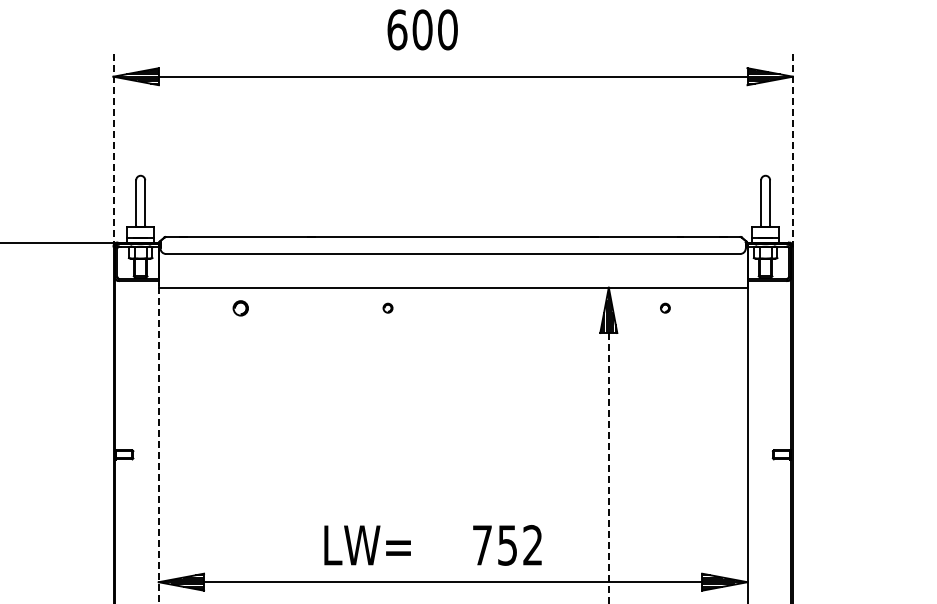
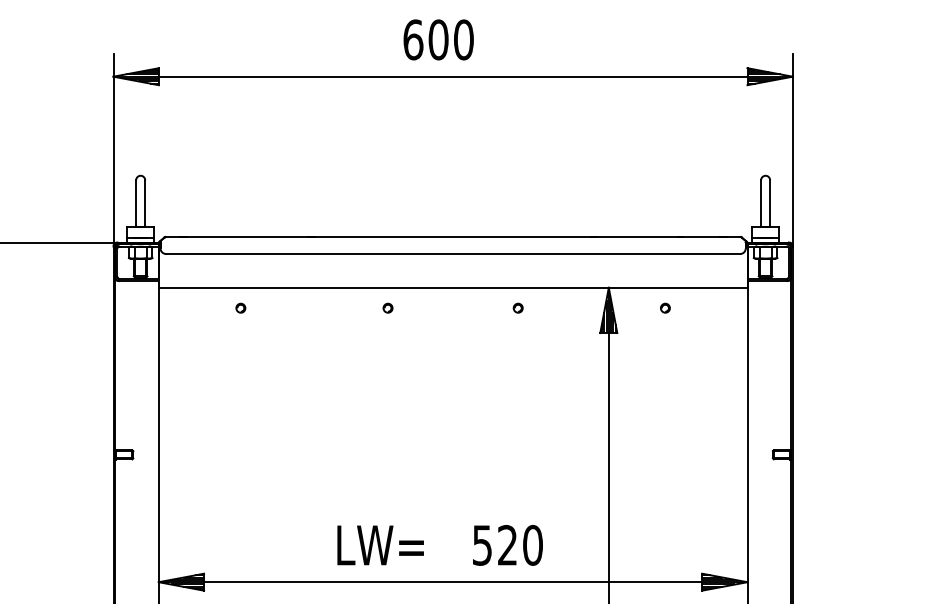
text at (422, 29) position: (422, 29) -> (438, 39)
line at (113, 150): dashed -> solid
line at (792, 150): dashed -> solid
part at (517, 307): none -> present
part at (240, 308) size: 17x17 px -> 12x12 px
line at (158, 442): dashed -> solid
line at (608, 468): dashed -> solid
text at (507, 544): 752 -> 520
text at (367, 545) position: (367, 545) -> (380, 545)
